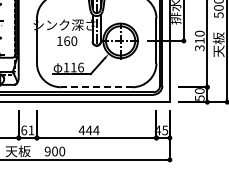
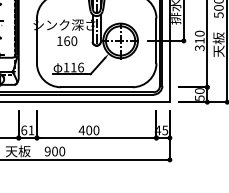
line at (96, 87): dashed -> solid
text at (92, 130): 444 -> 400
